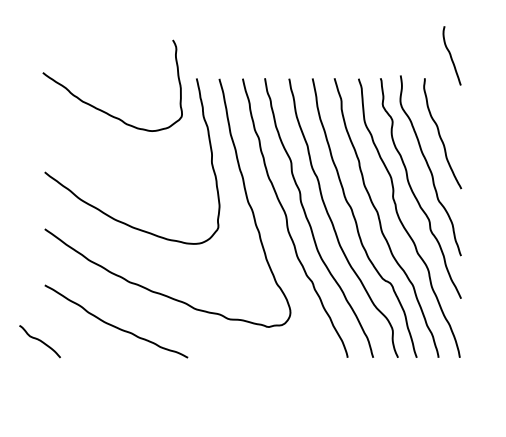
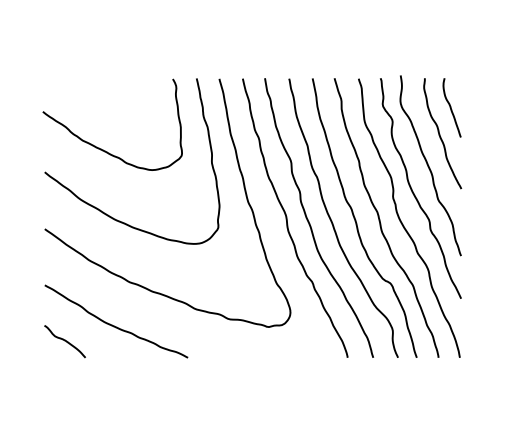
curve at (451, 55) position: (451, 55) -> (451, 107)
curve at (101, 109) position: (101, 109) -> (101, 148)
curve at (39, 341) position: (39, 341) -> (64, 341)
